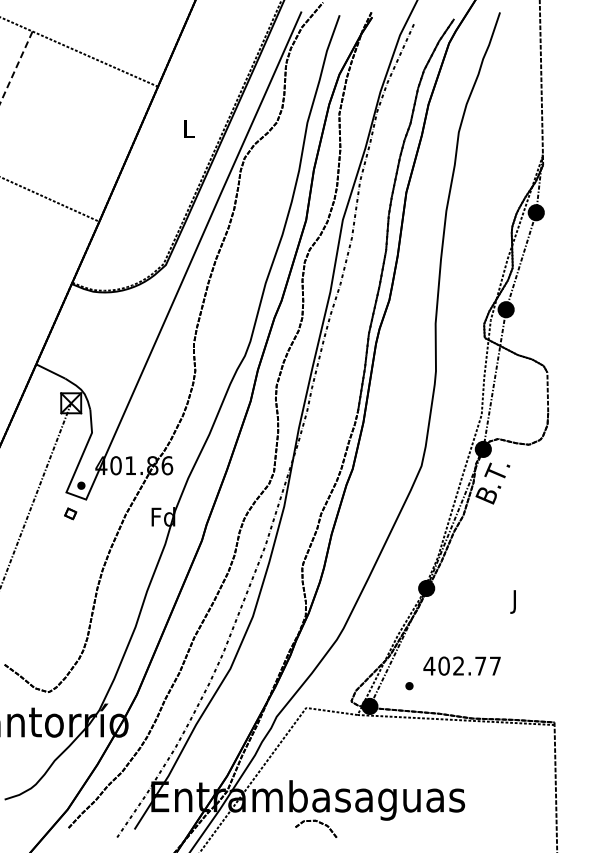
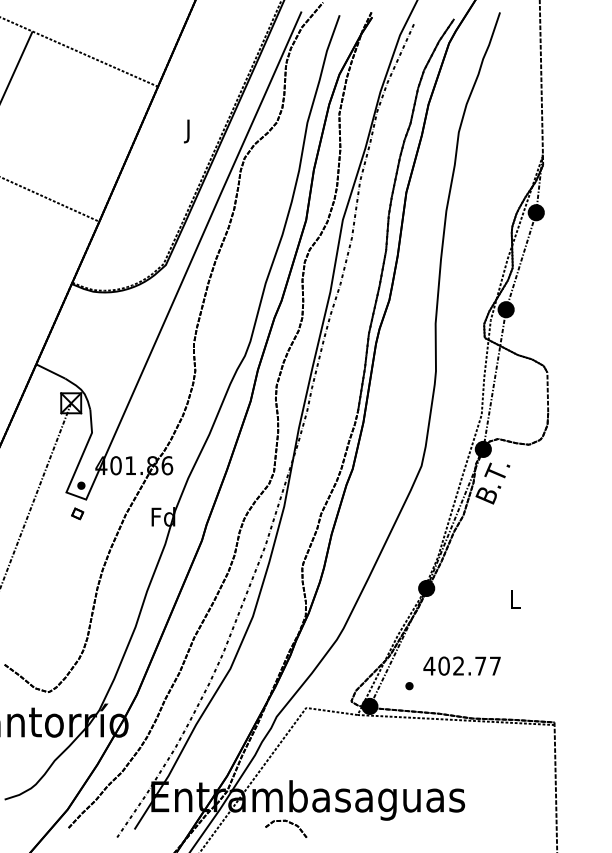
line at (16, 67): dashed -> solid
text at (188, 131): L -> J
part at (70, 513) position: (70, 513) -> (77, 513)
text at (515, 601): J -> L
part at (316, 828) position: (316, 828) -> (286, 828)
